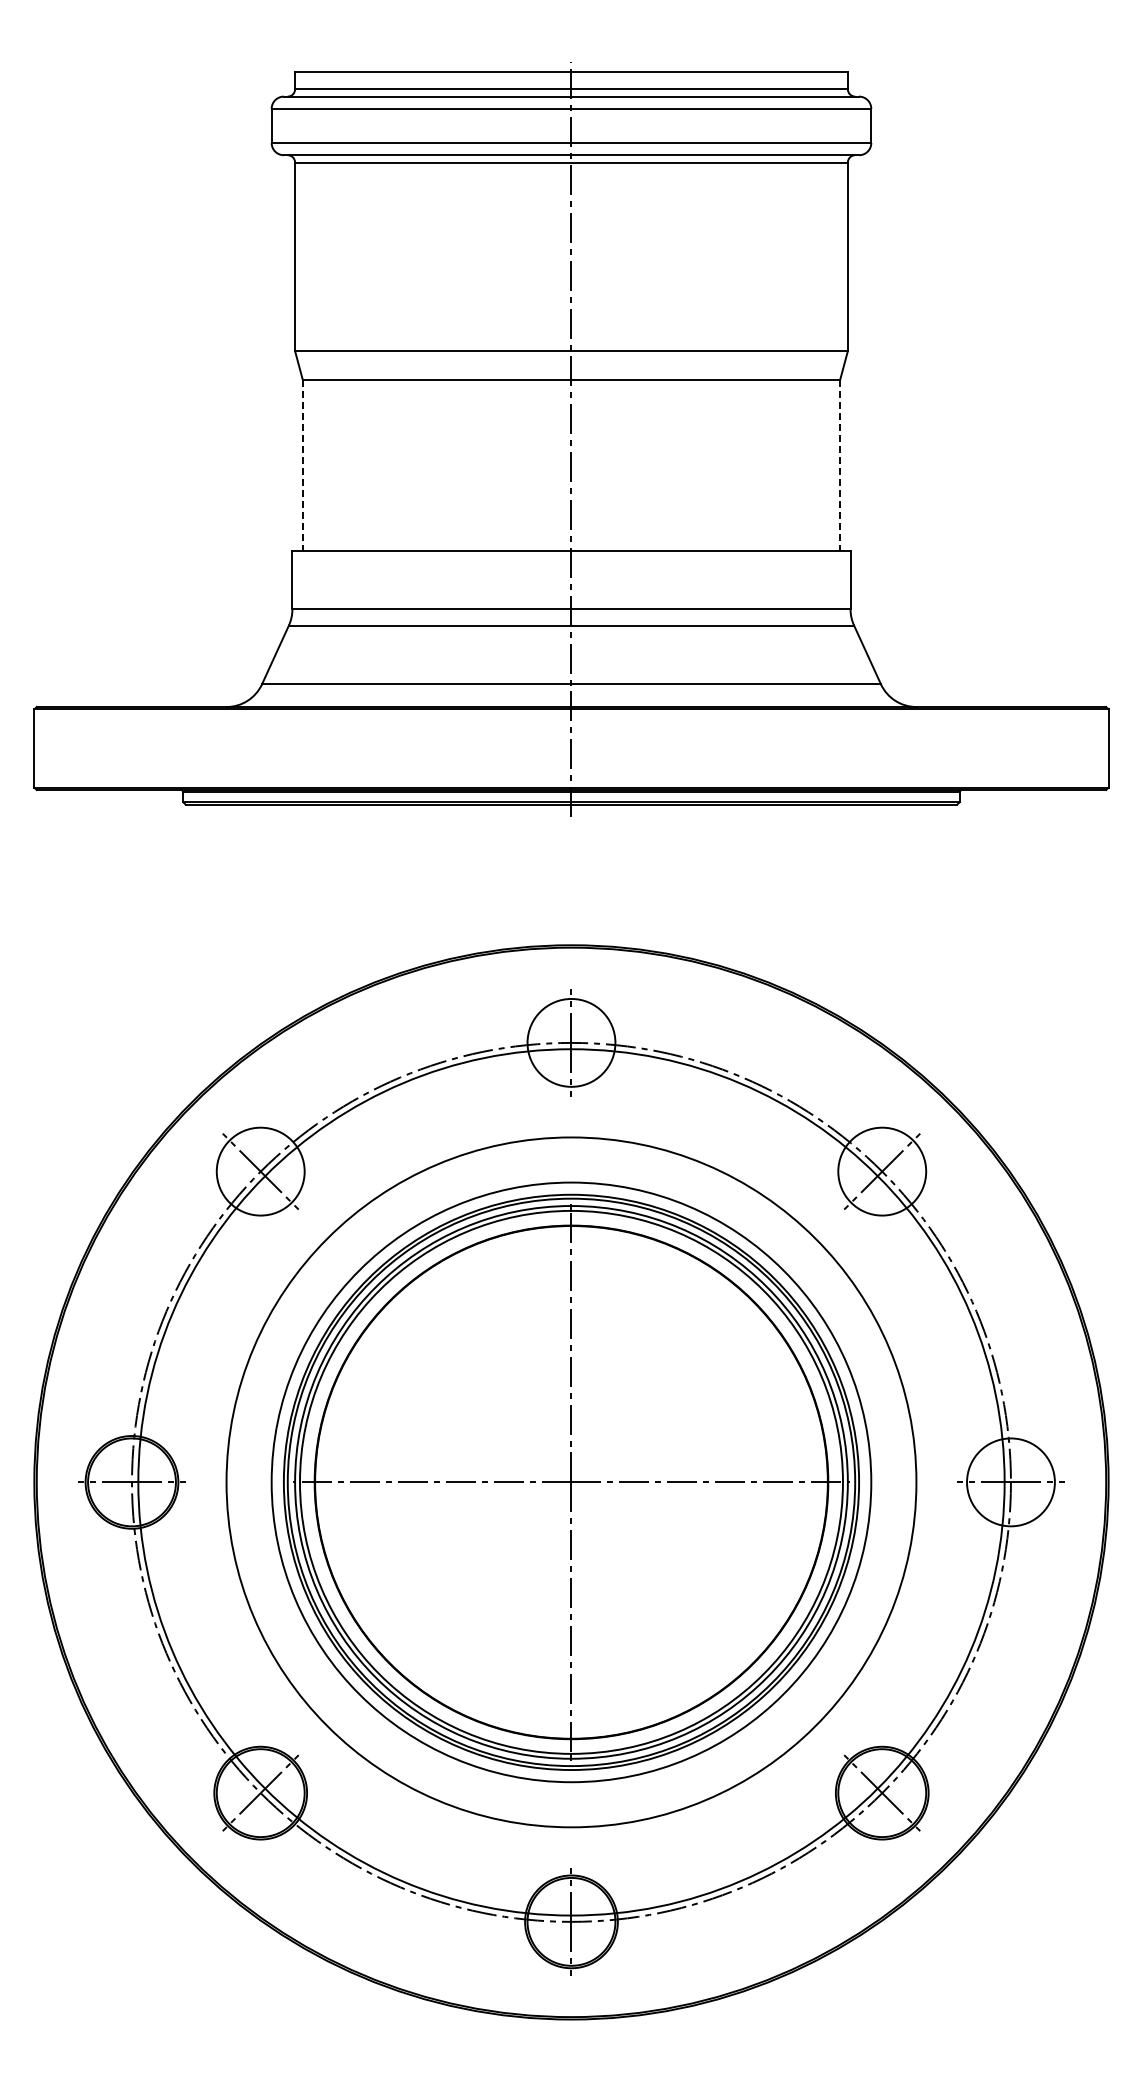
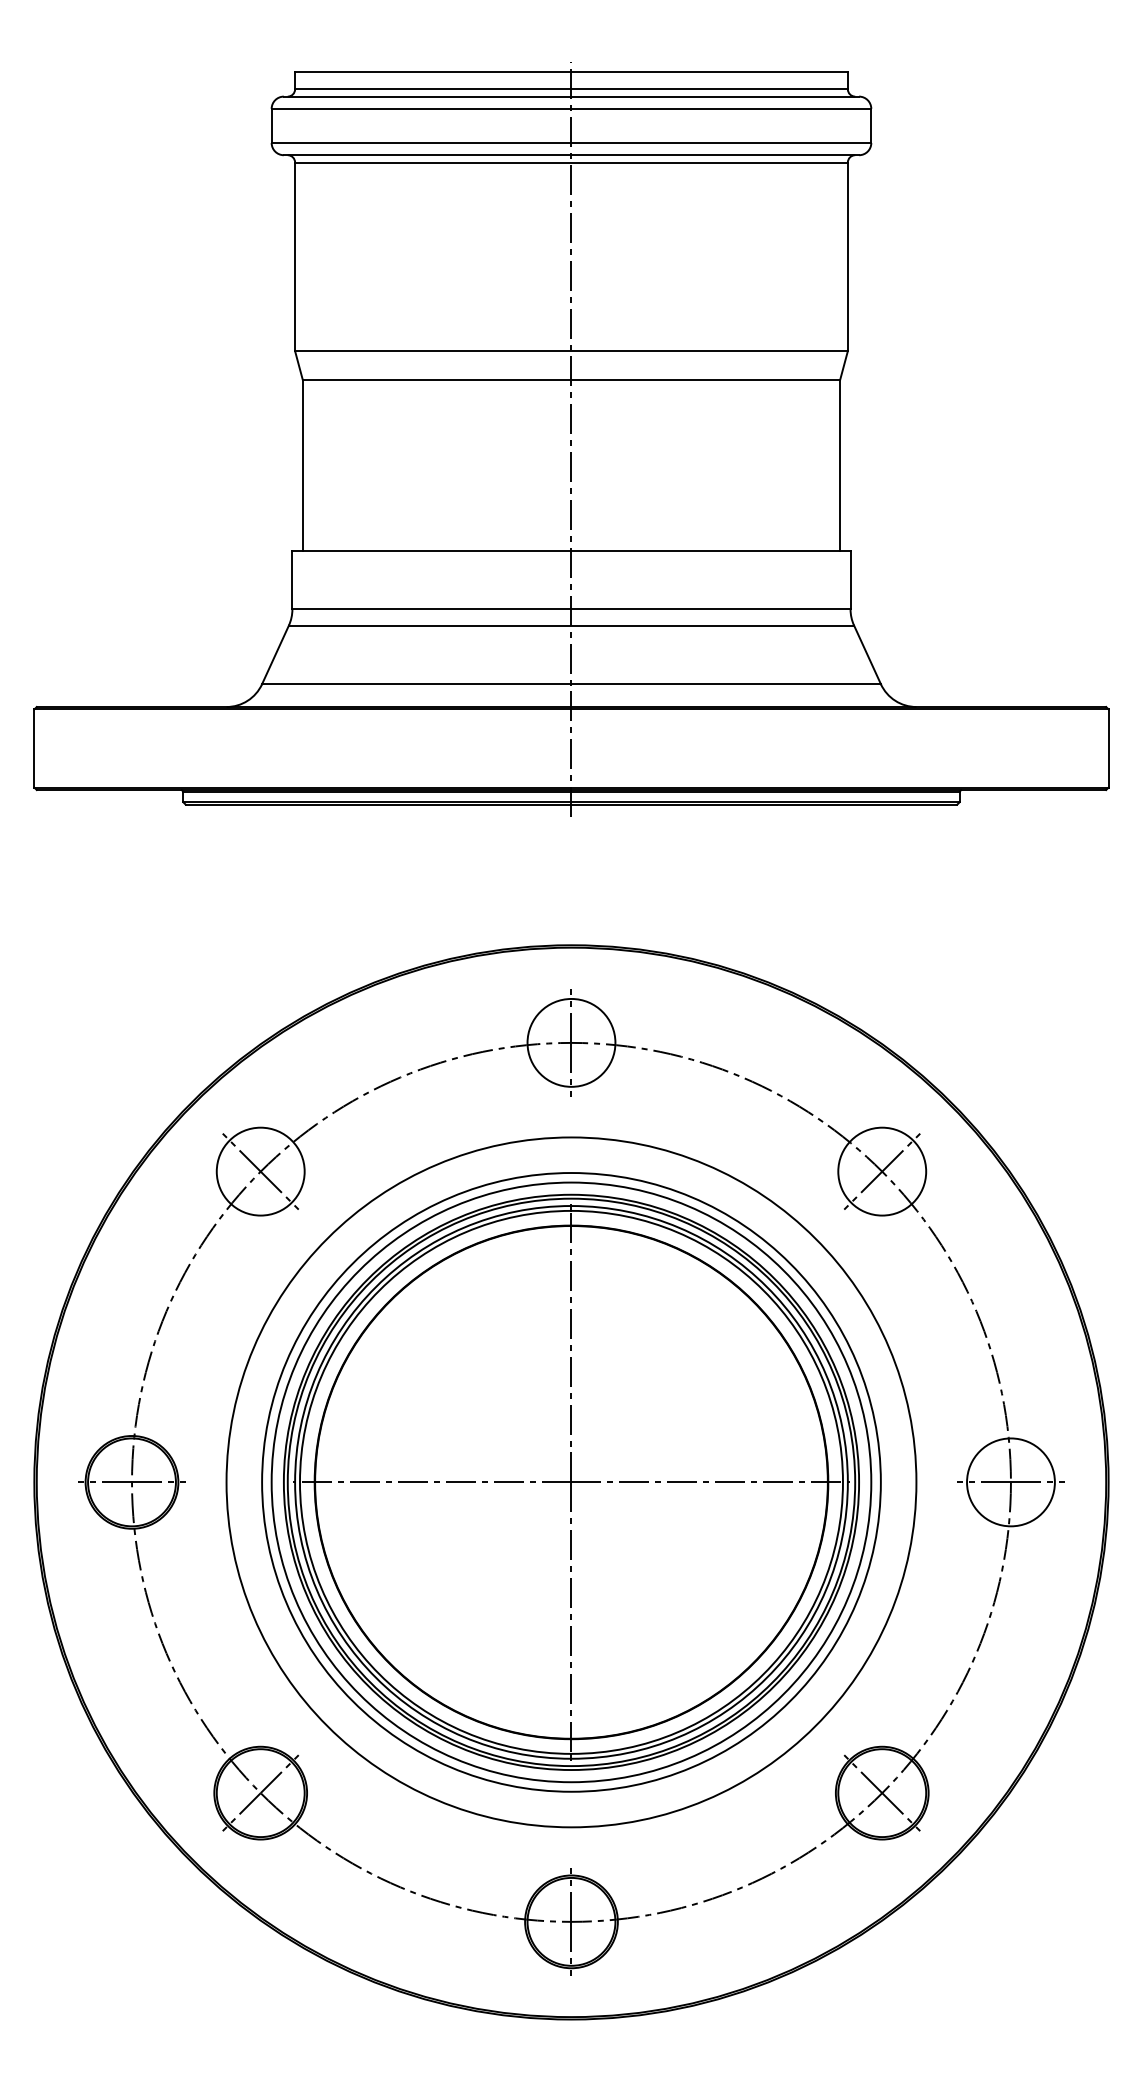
line at (302, 466): dashed -> solid
line at (840, 466): dashed -> solid
circle at (571, 1482) diameter: 866 px -> 619 px
